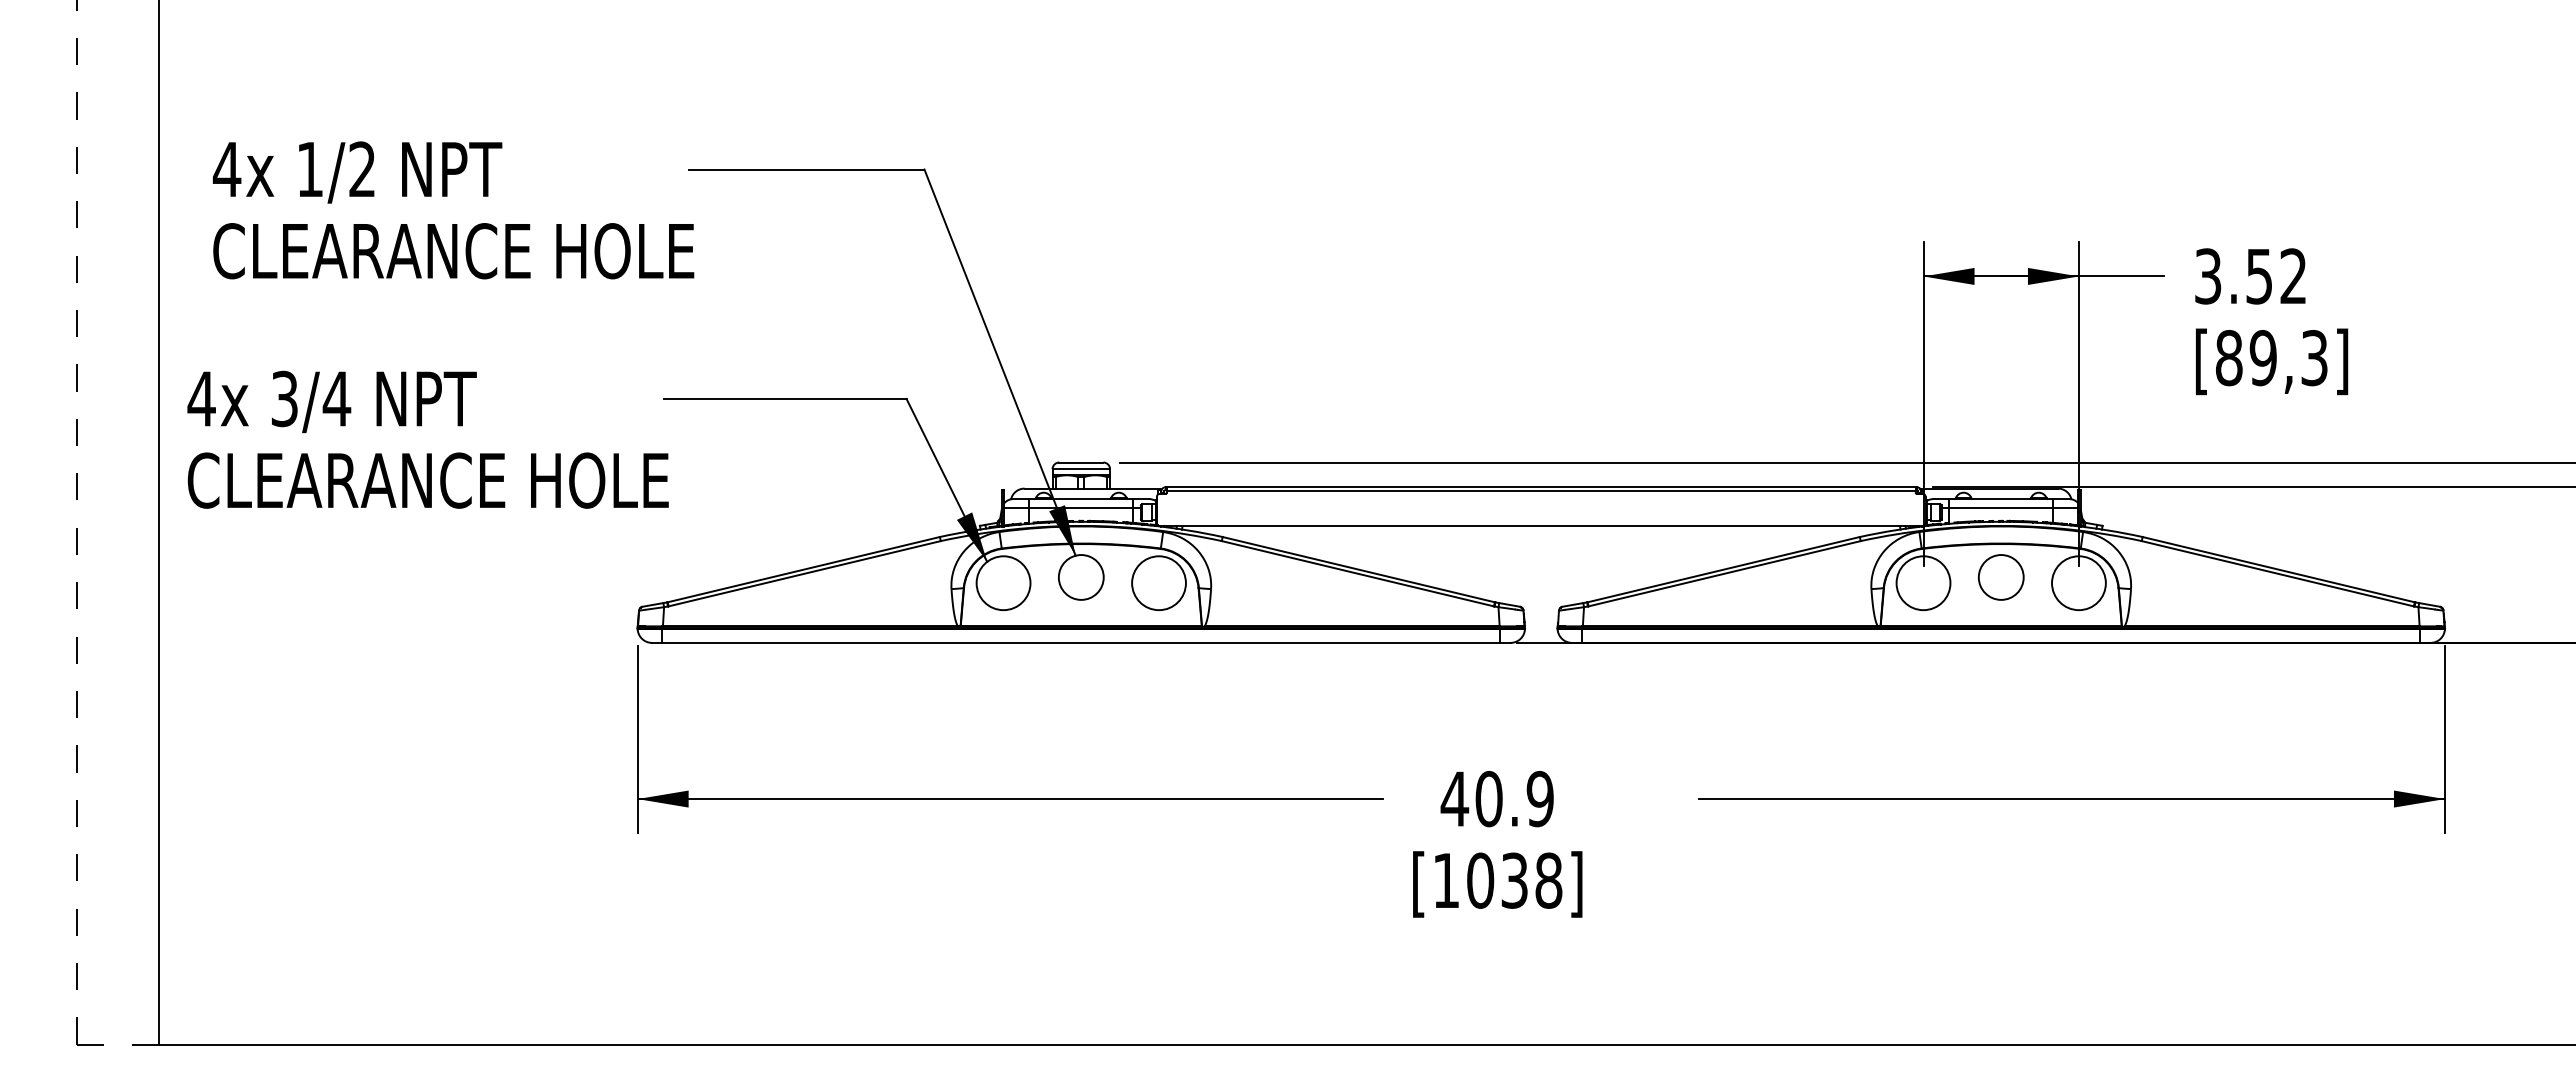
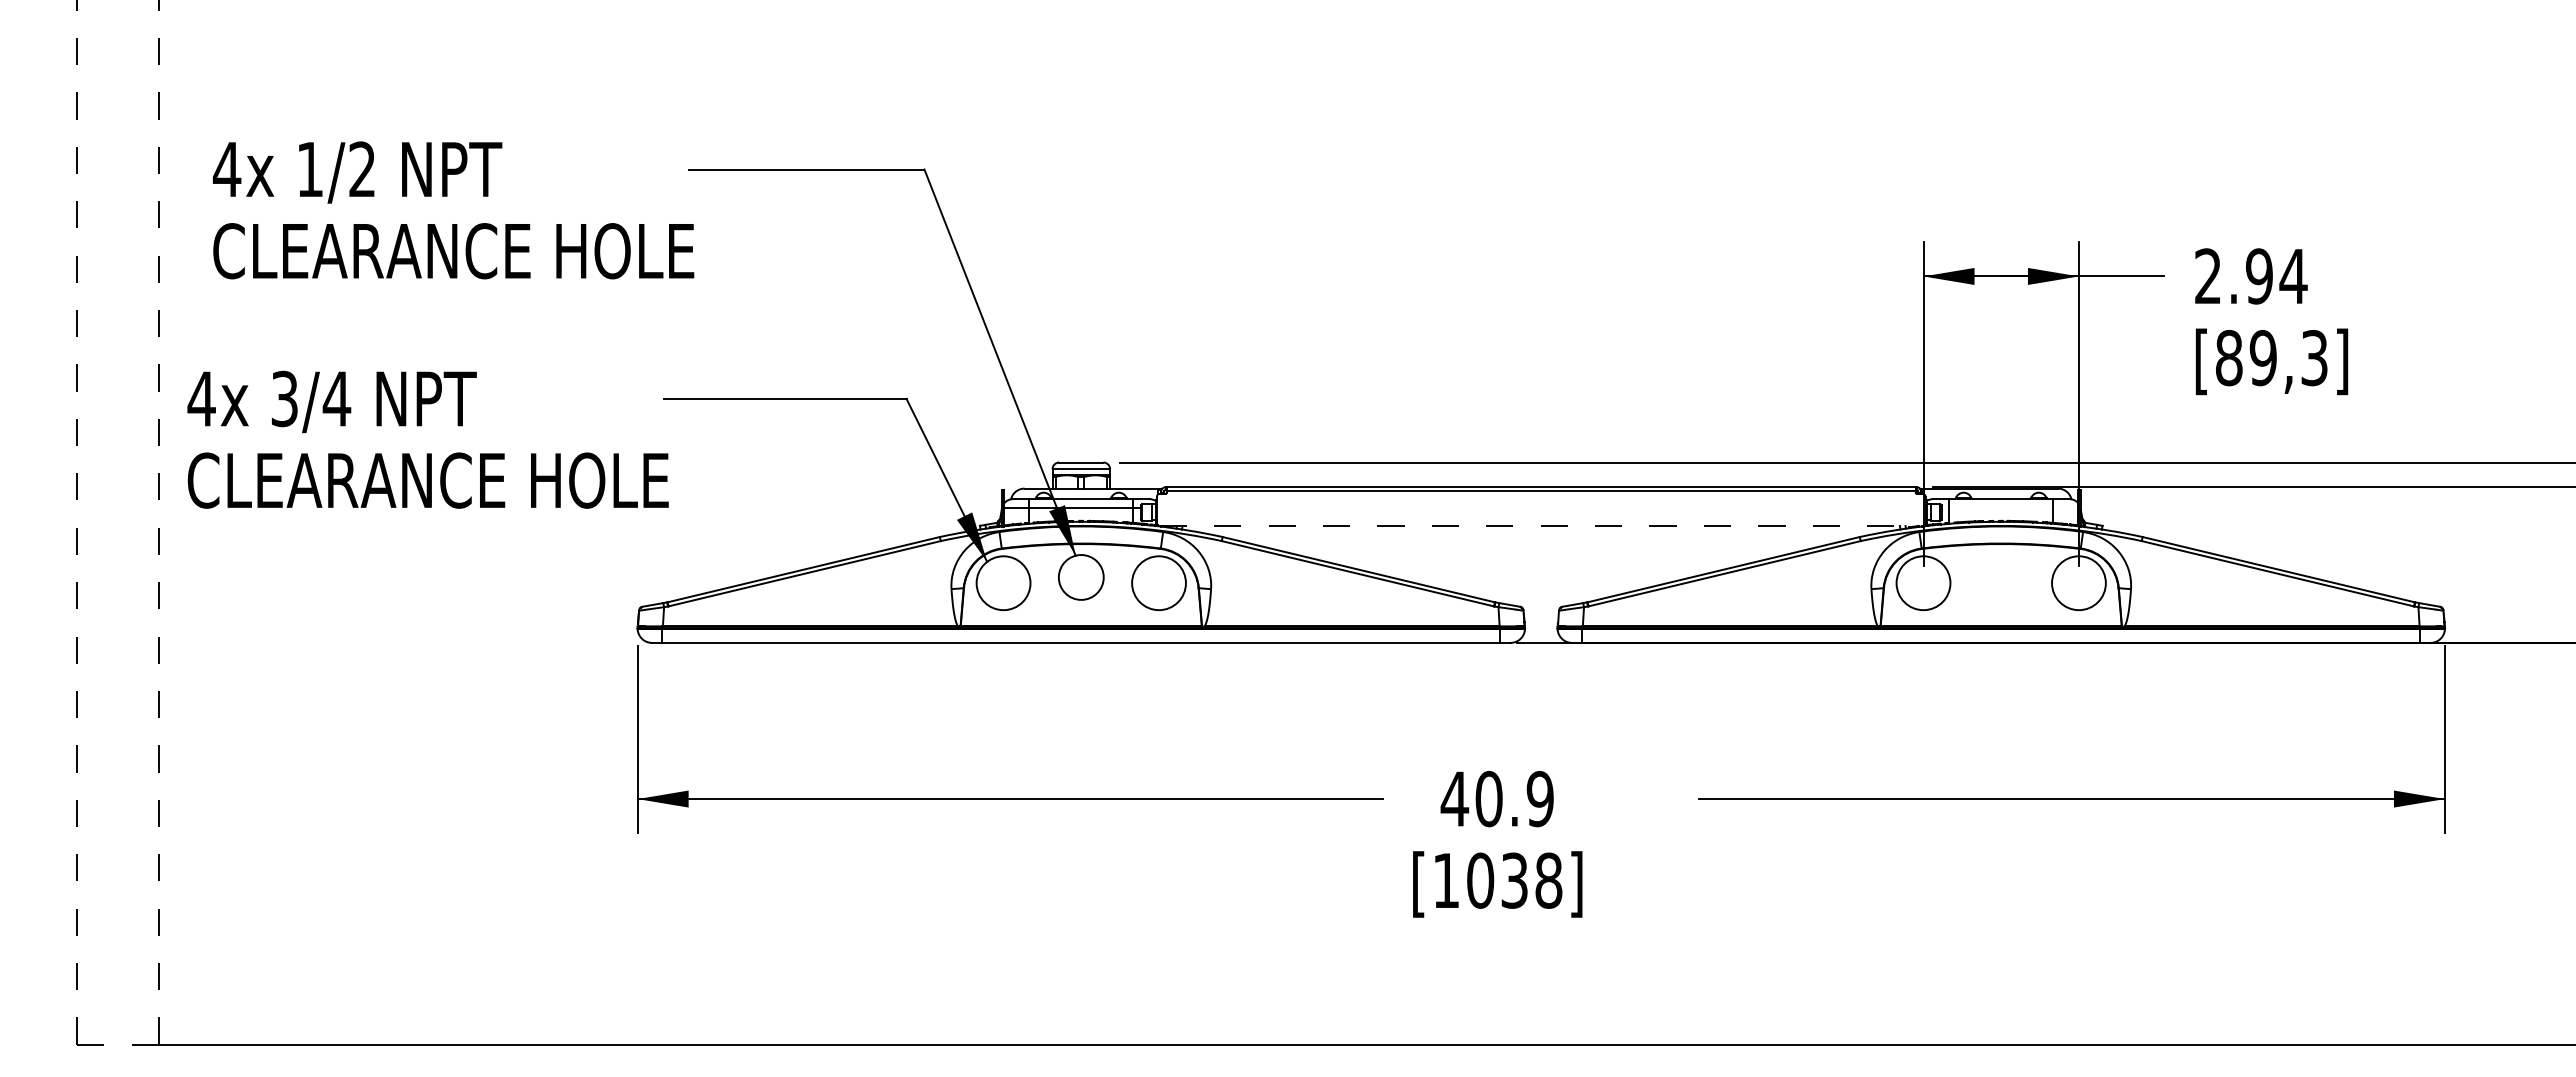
text at (2251, 276): 3.52 -> 2.94
line at (2009, 508): present -> none
line at (158, 522): solid -> dashed
line at (1541, 525): solid -> dashed
circle at (2000, 577): present -> none
